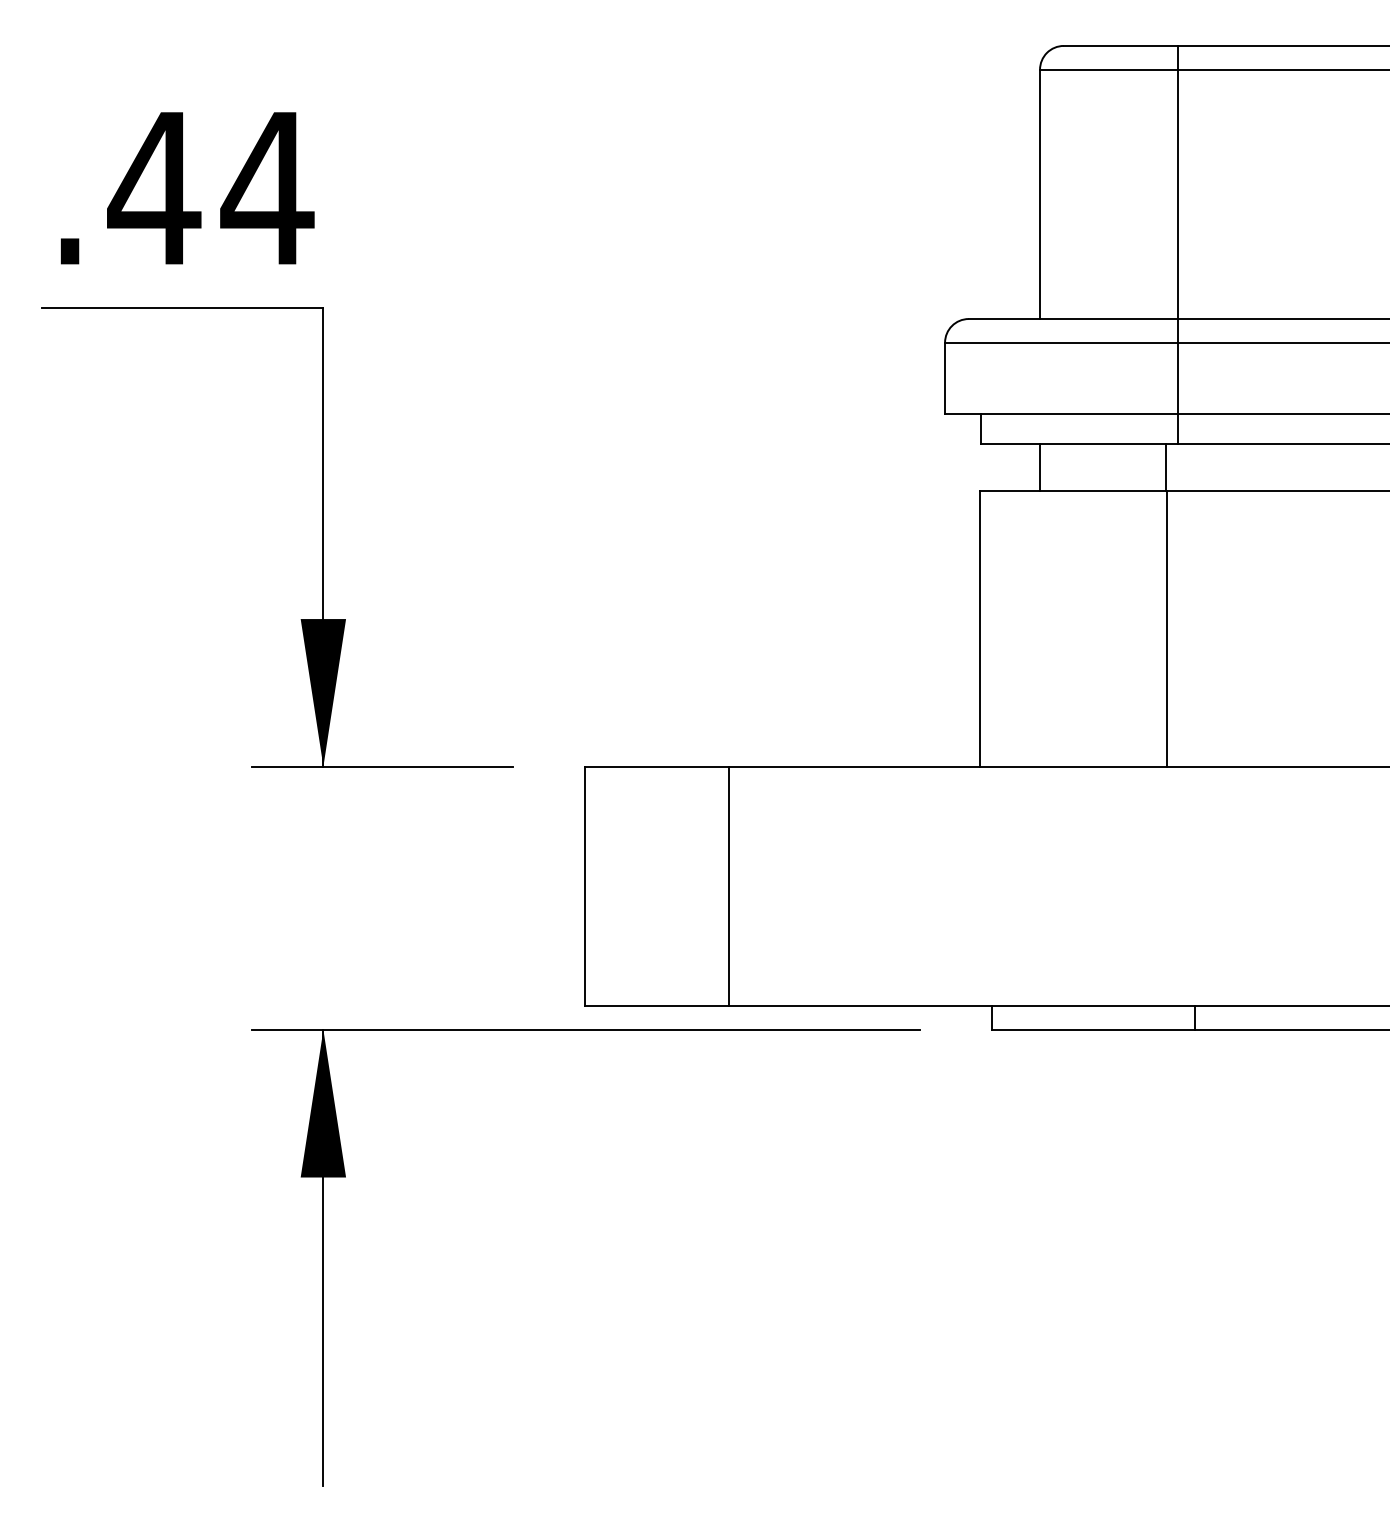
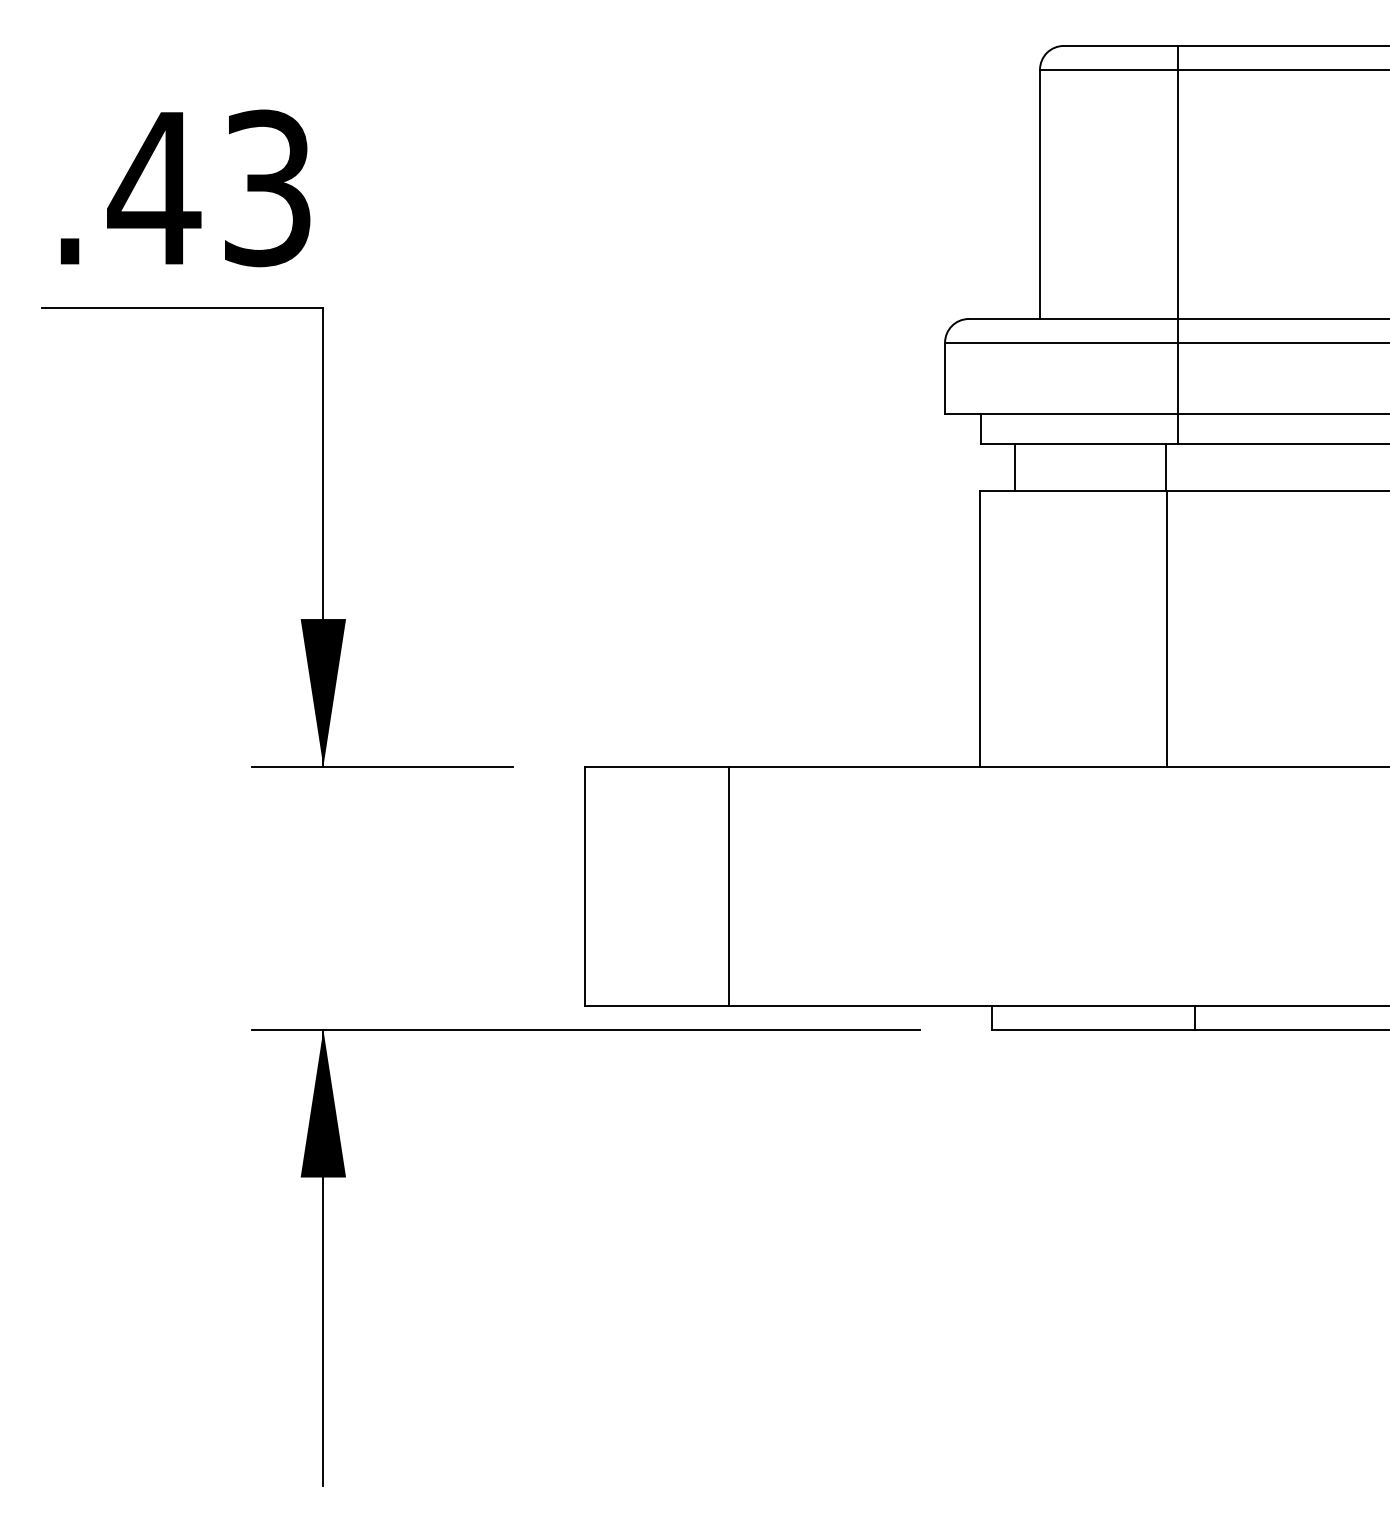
text at (267, 188): .44 -> .43
line at (1039, 467) position: (1039, 467) -> (1014, 467)
